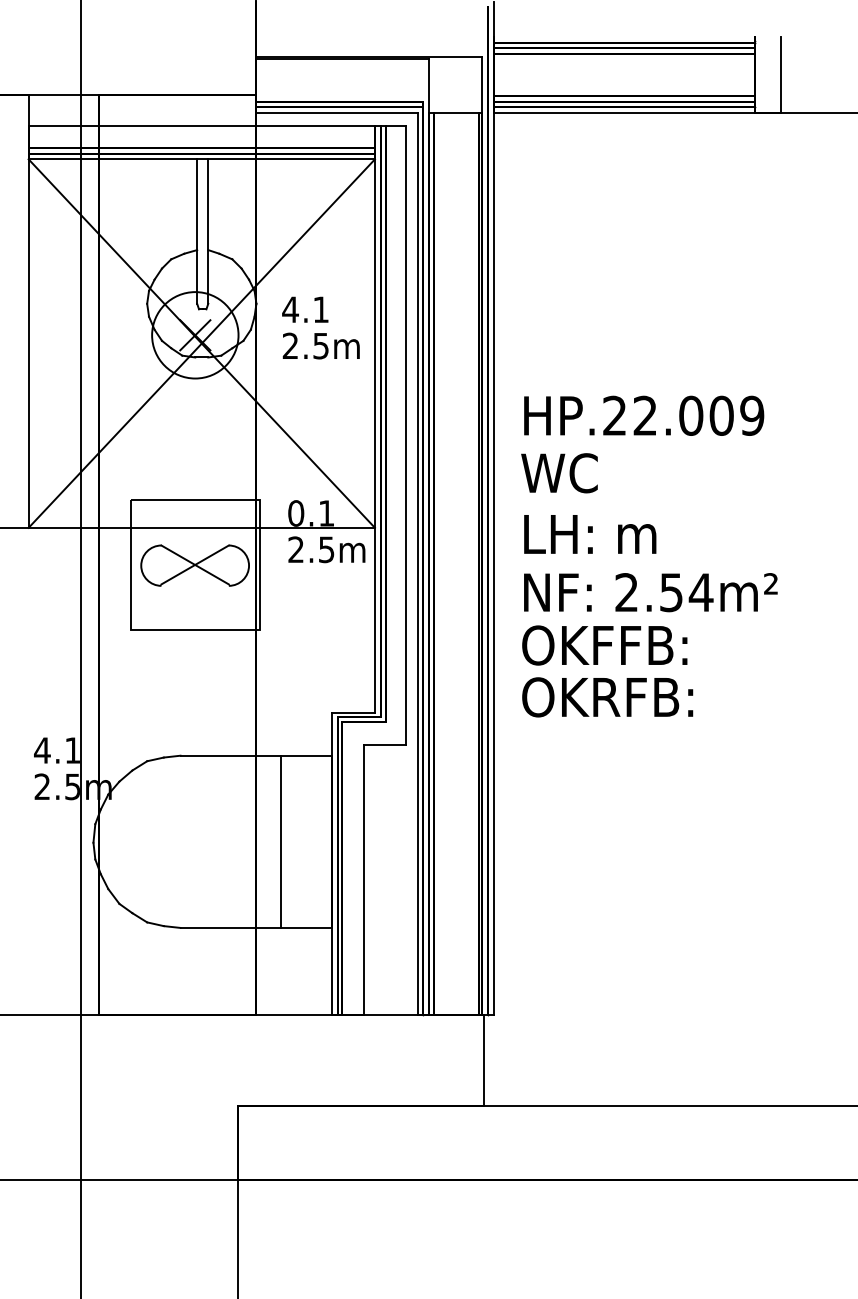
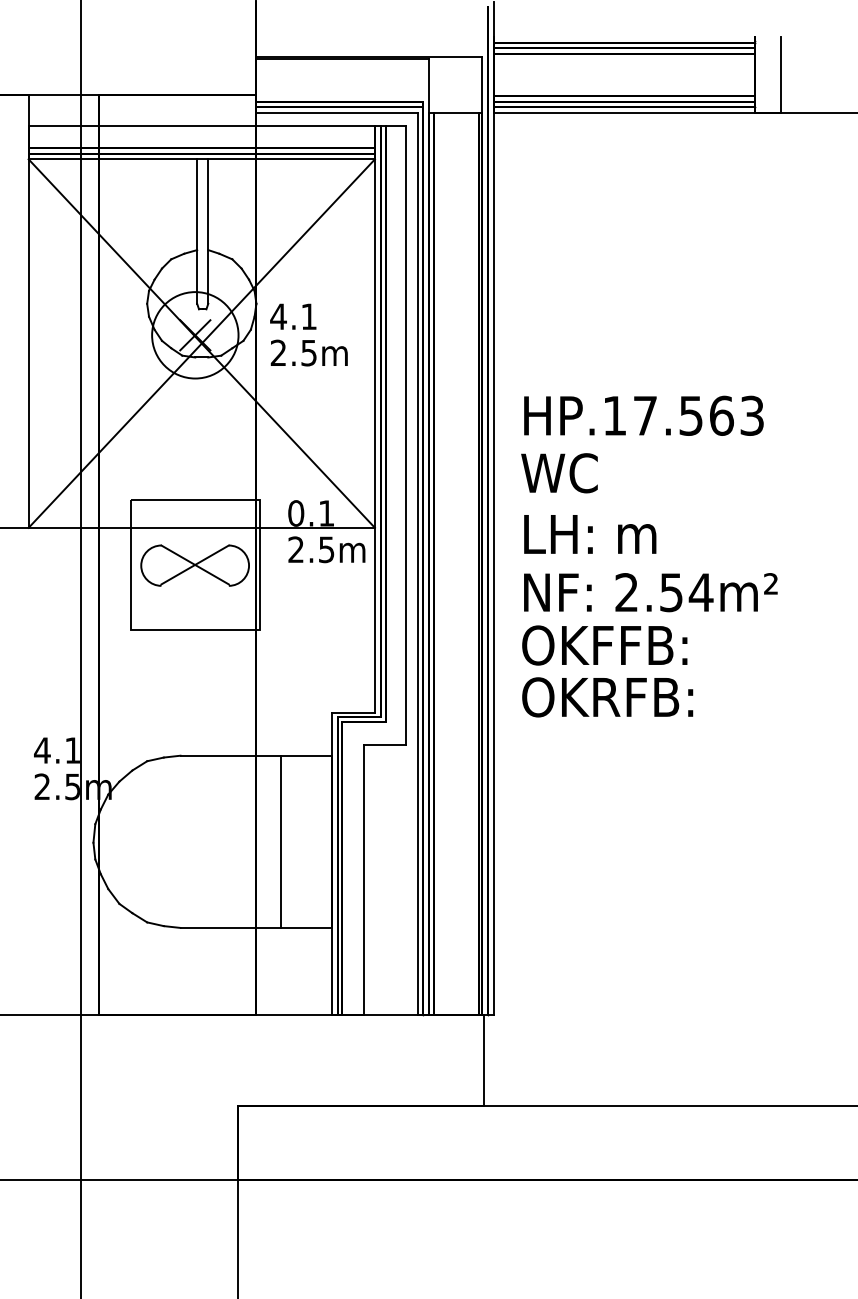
text at (320, 327) position: (320, 327) -> (308, 334)
text at (683, 415): HP.22.009 -> HP.17.563
